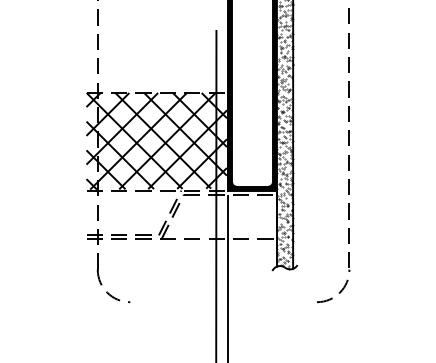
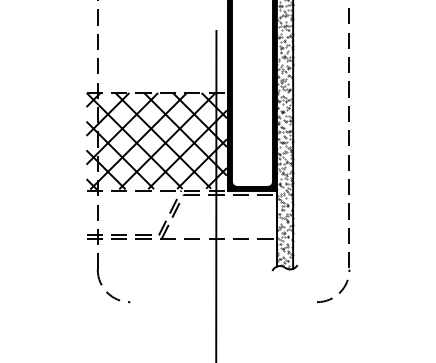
line at (228, 277): present -> none
